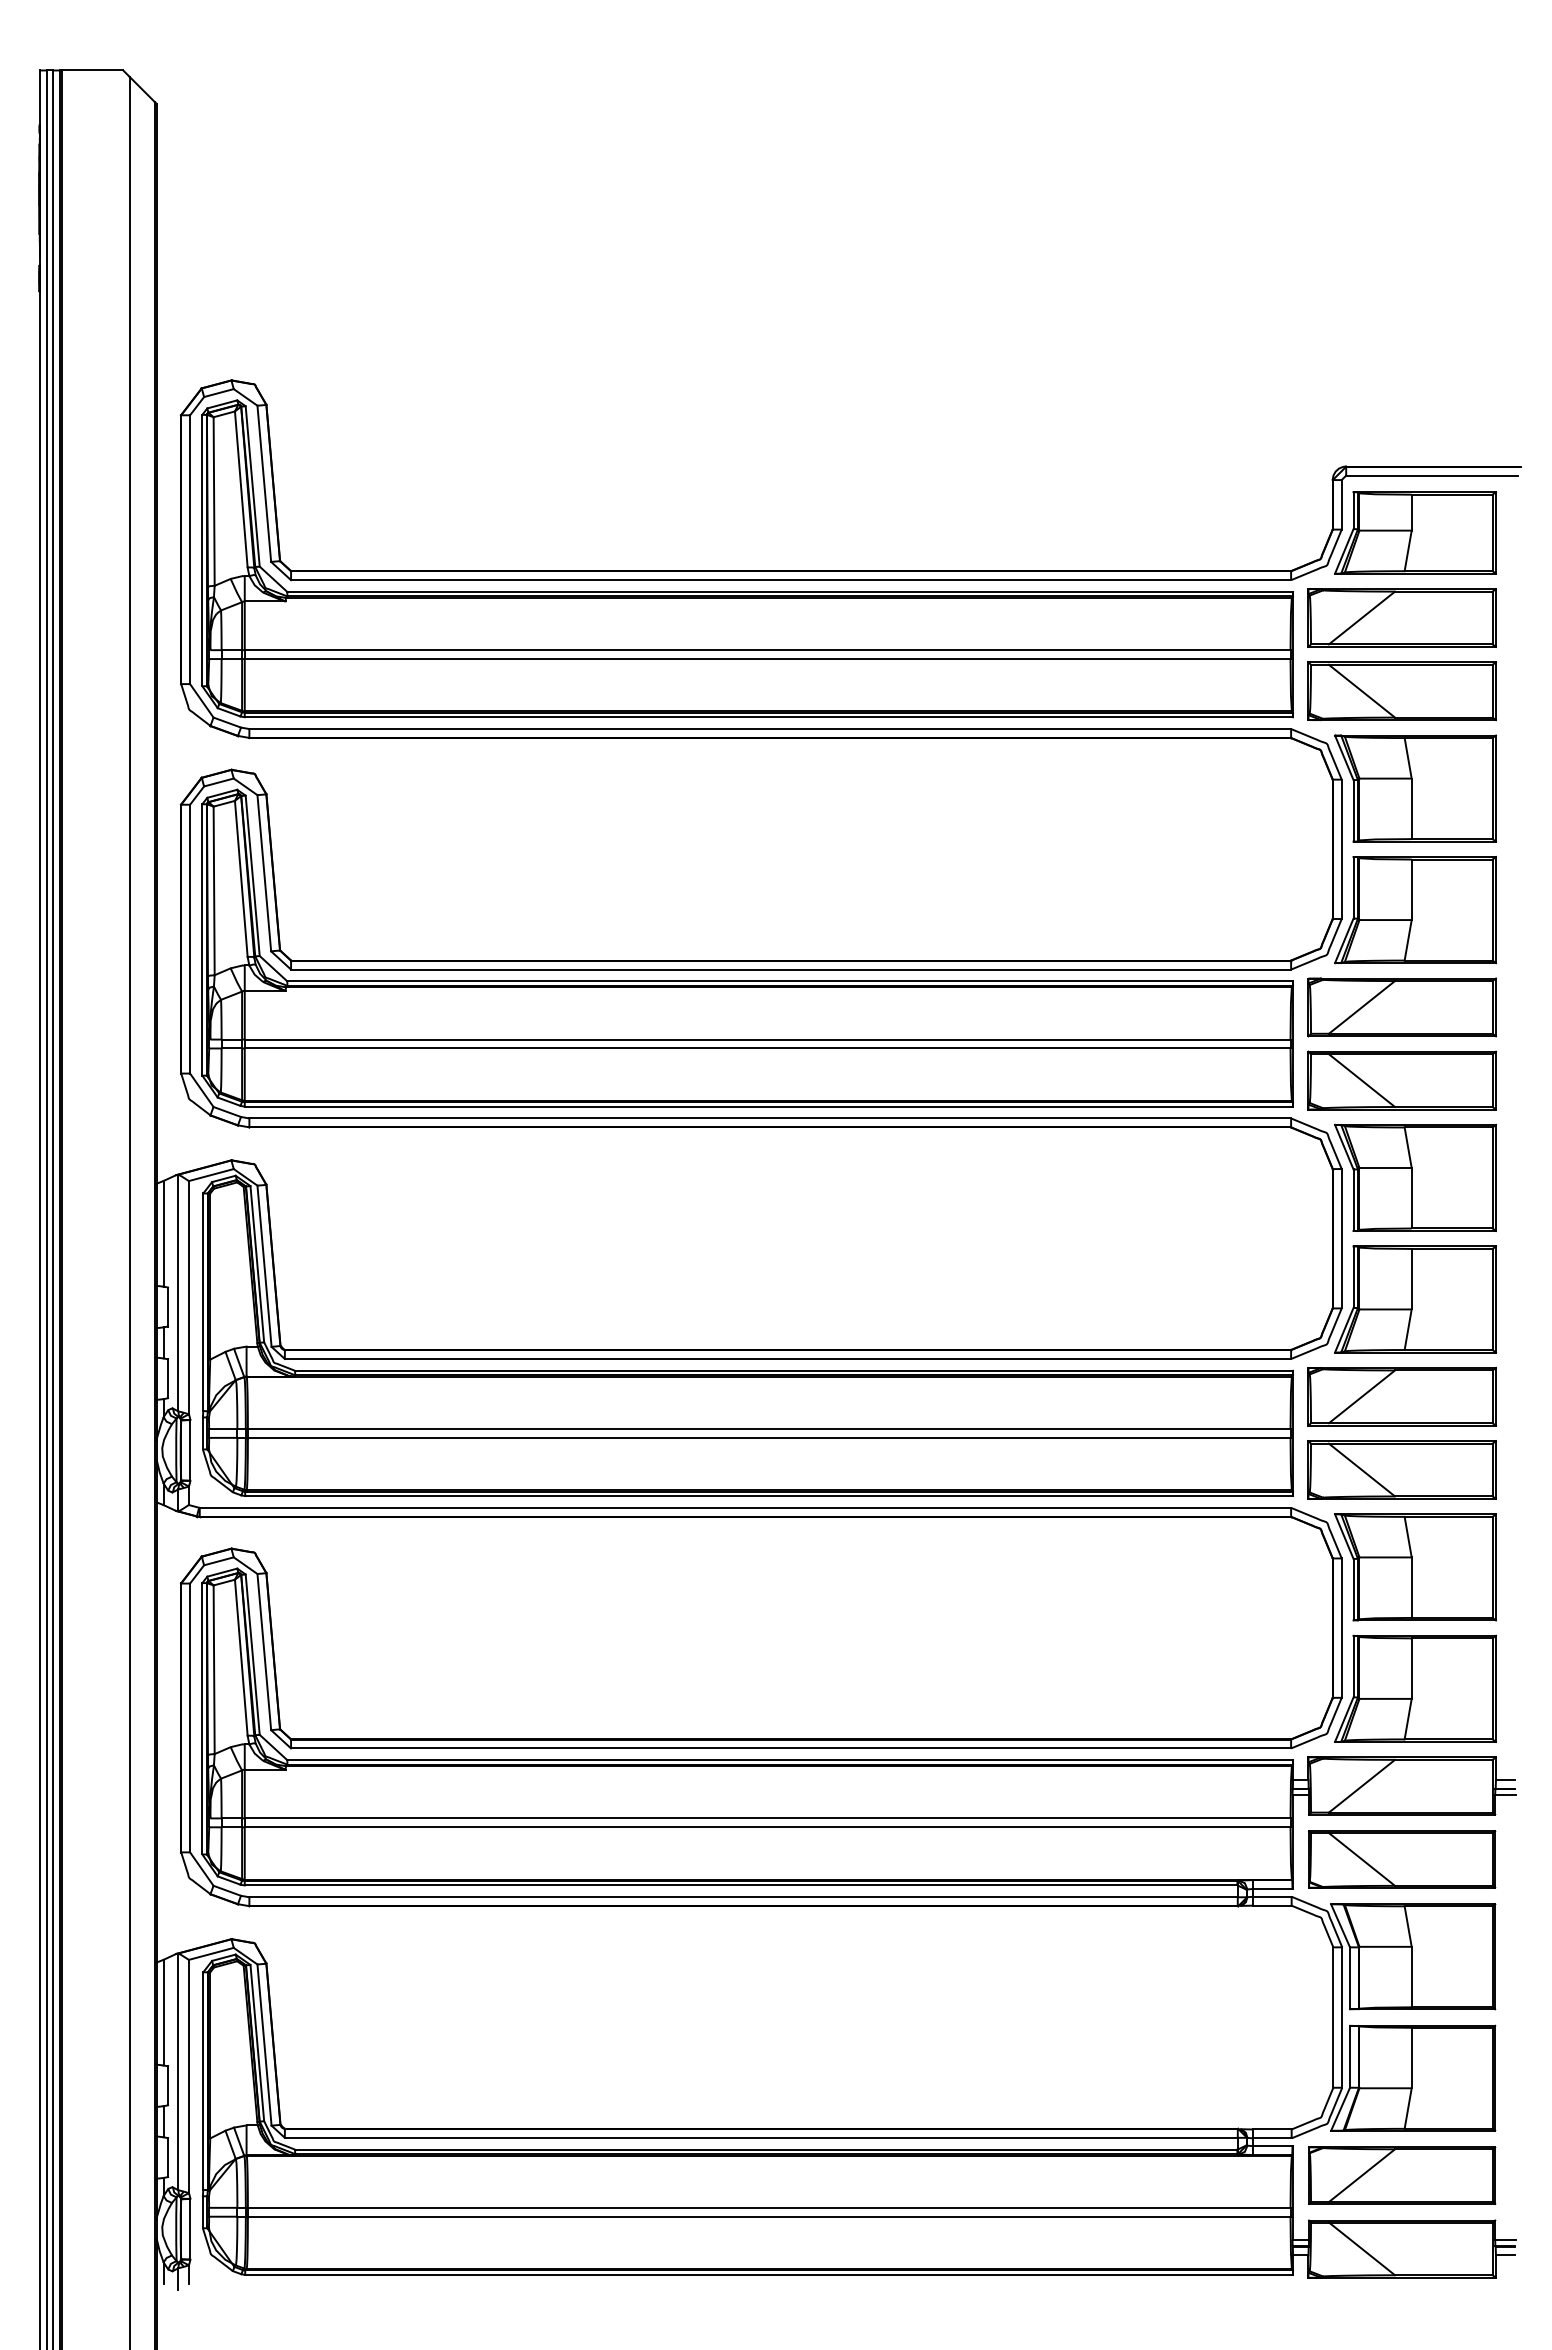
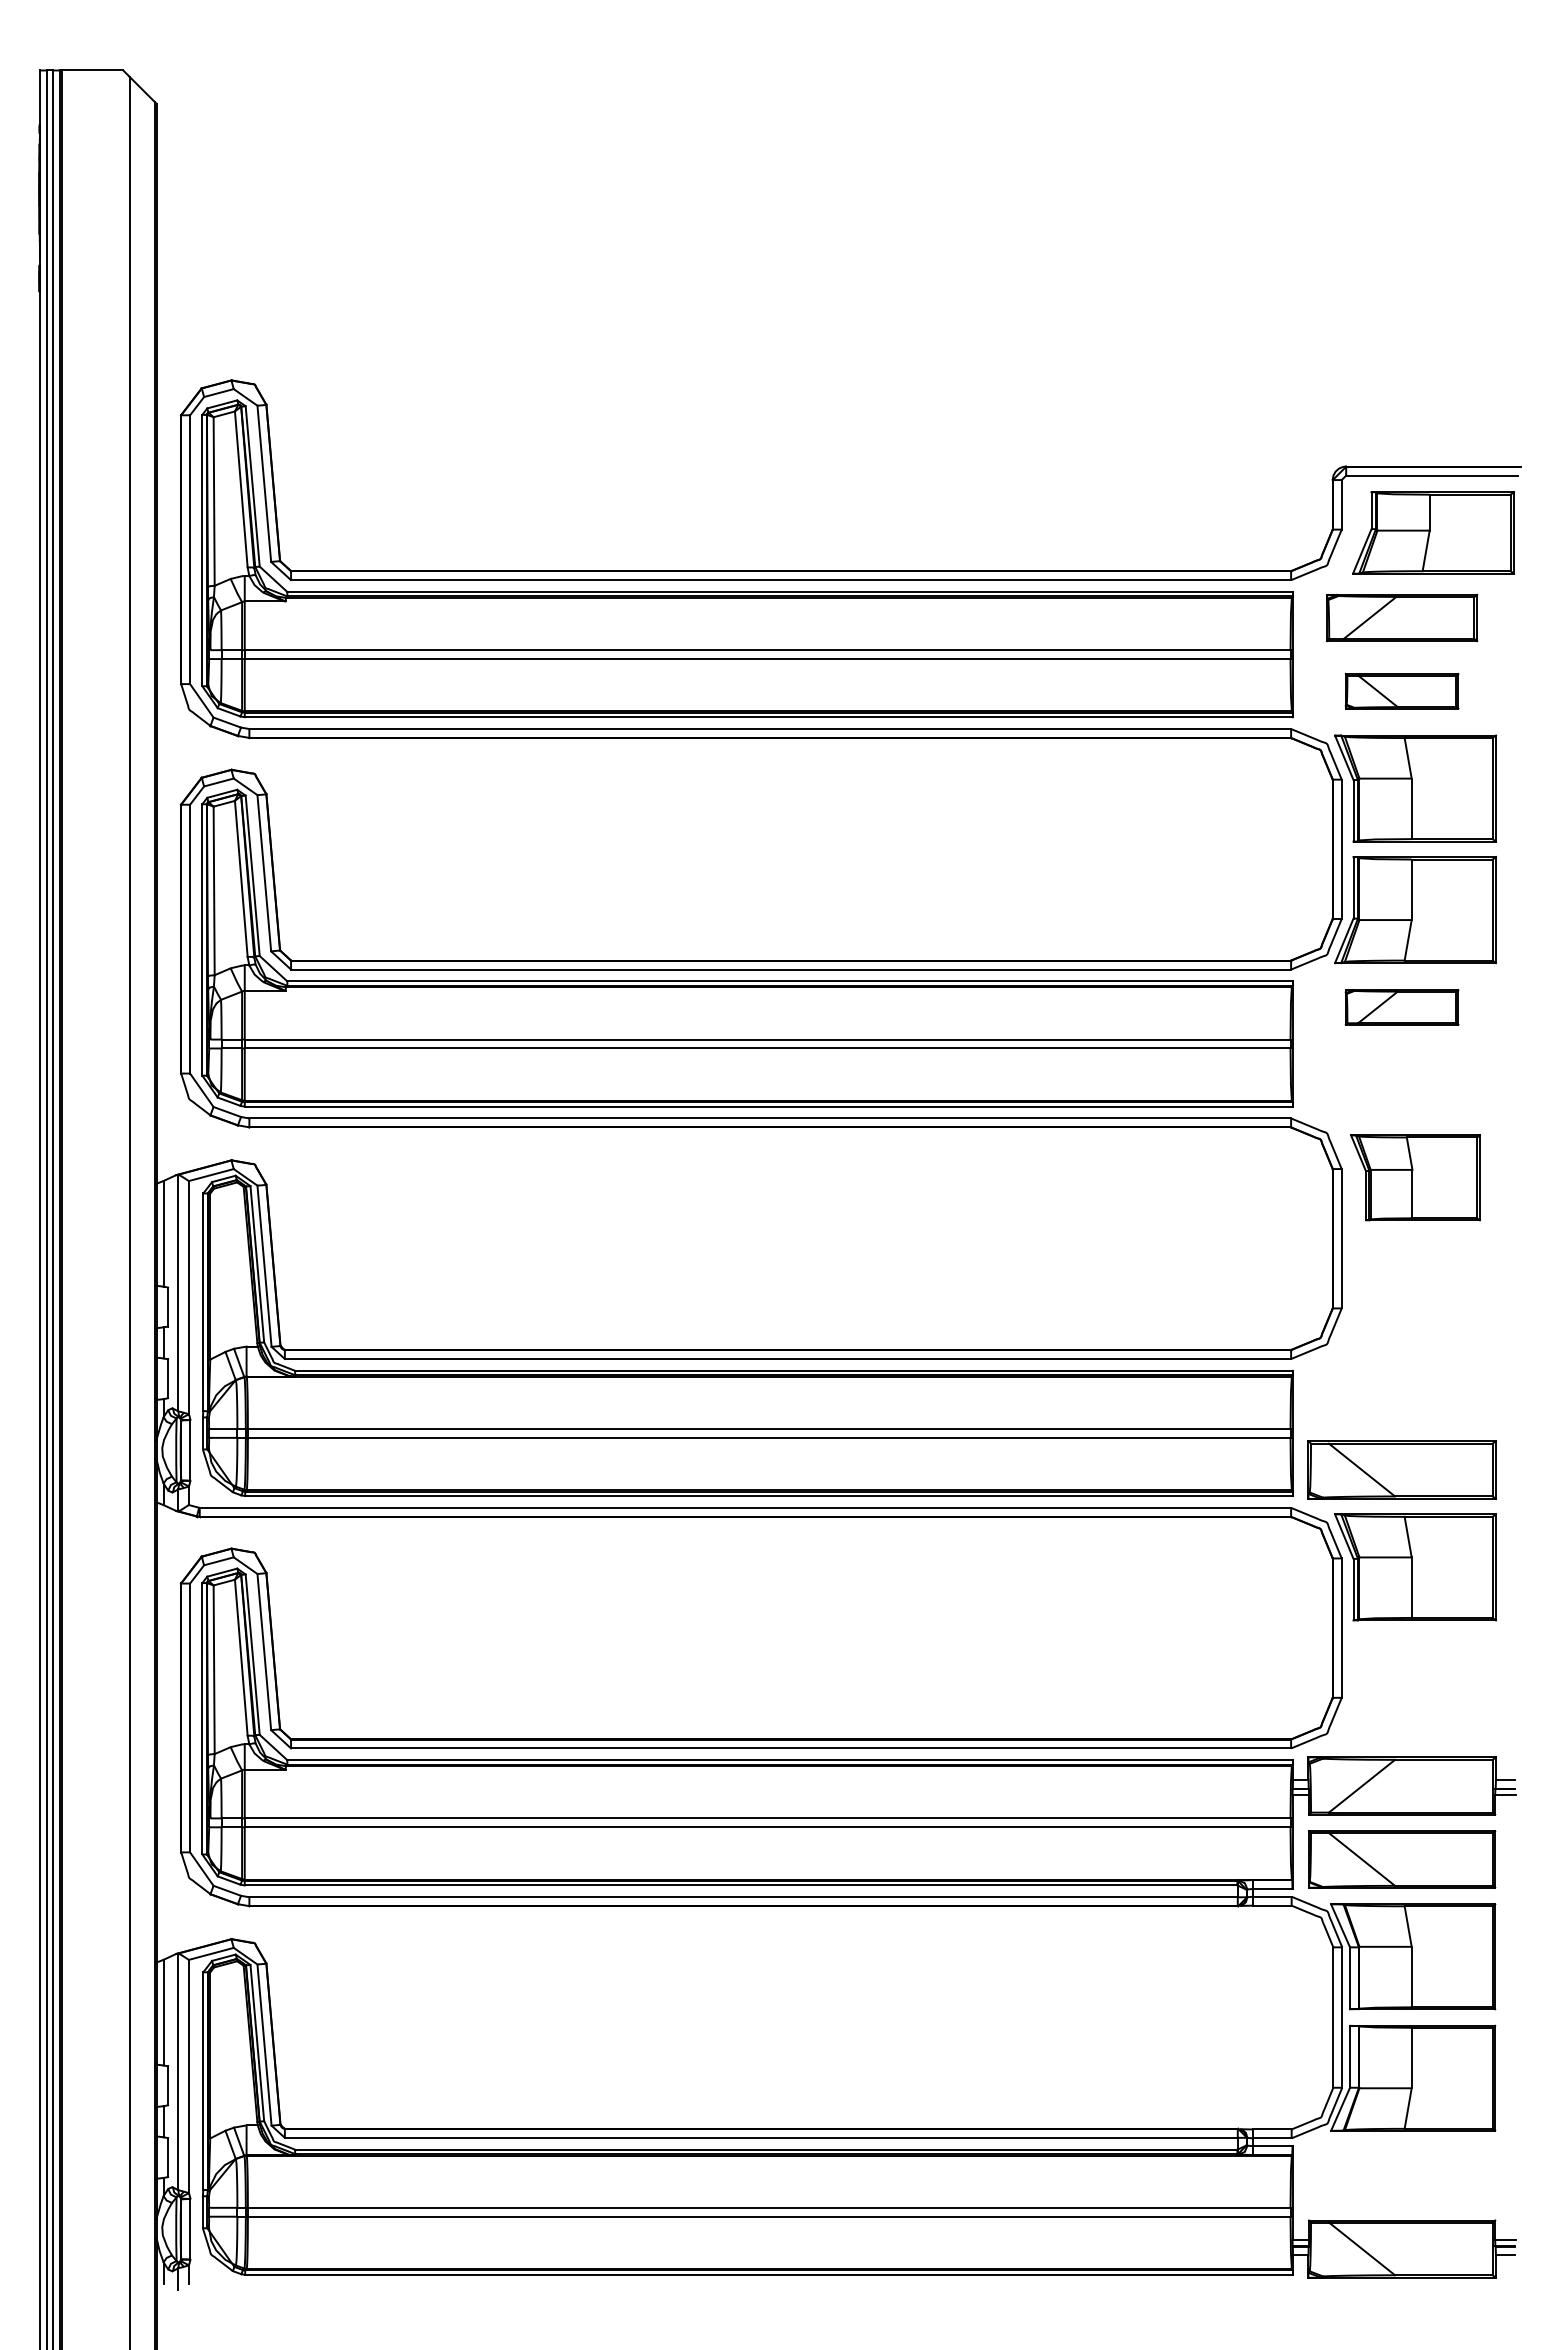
part at (1415, 532) position: (1415, 532) -> (1433, 532)
part at (1401, 617) size: 190x60 px -> 153x50 px
part at (1401, 691) size: 190x61 px -> 116x38 px
part at (1401, 1007) size: 190x61 px -> 116x37 px
part at (1401, 1080): present -> none
part at (1415, 1177) size: 163x109 px -> 131x88 px
part at (1415, 1299): present -> none
part at (1401, 1396): present -> none
part at (1415, 1688): present -> none
part at (1402, 2175): present -> none
